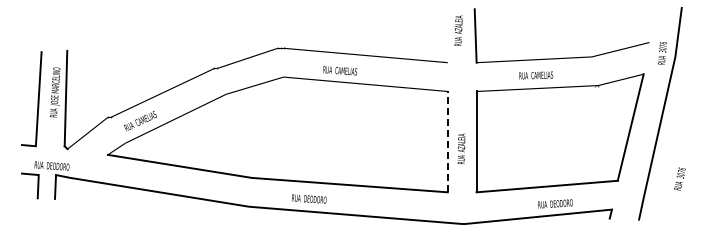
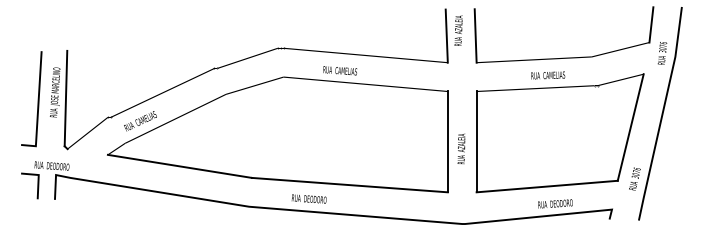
line at (651, 24): none -> present
line at (446, 35): none -> present
text at (536, 75) position: (536, 75) -> (548, 75)
line at (447, 141): dashed -> solid
text at (679, 178) position: (679, 178) -> (634, 178)
